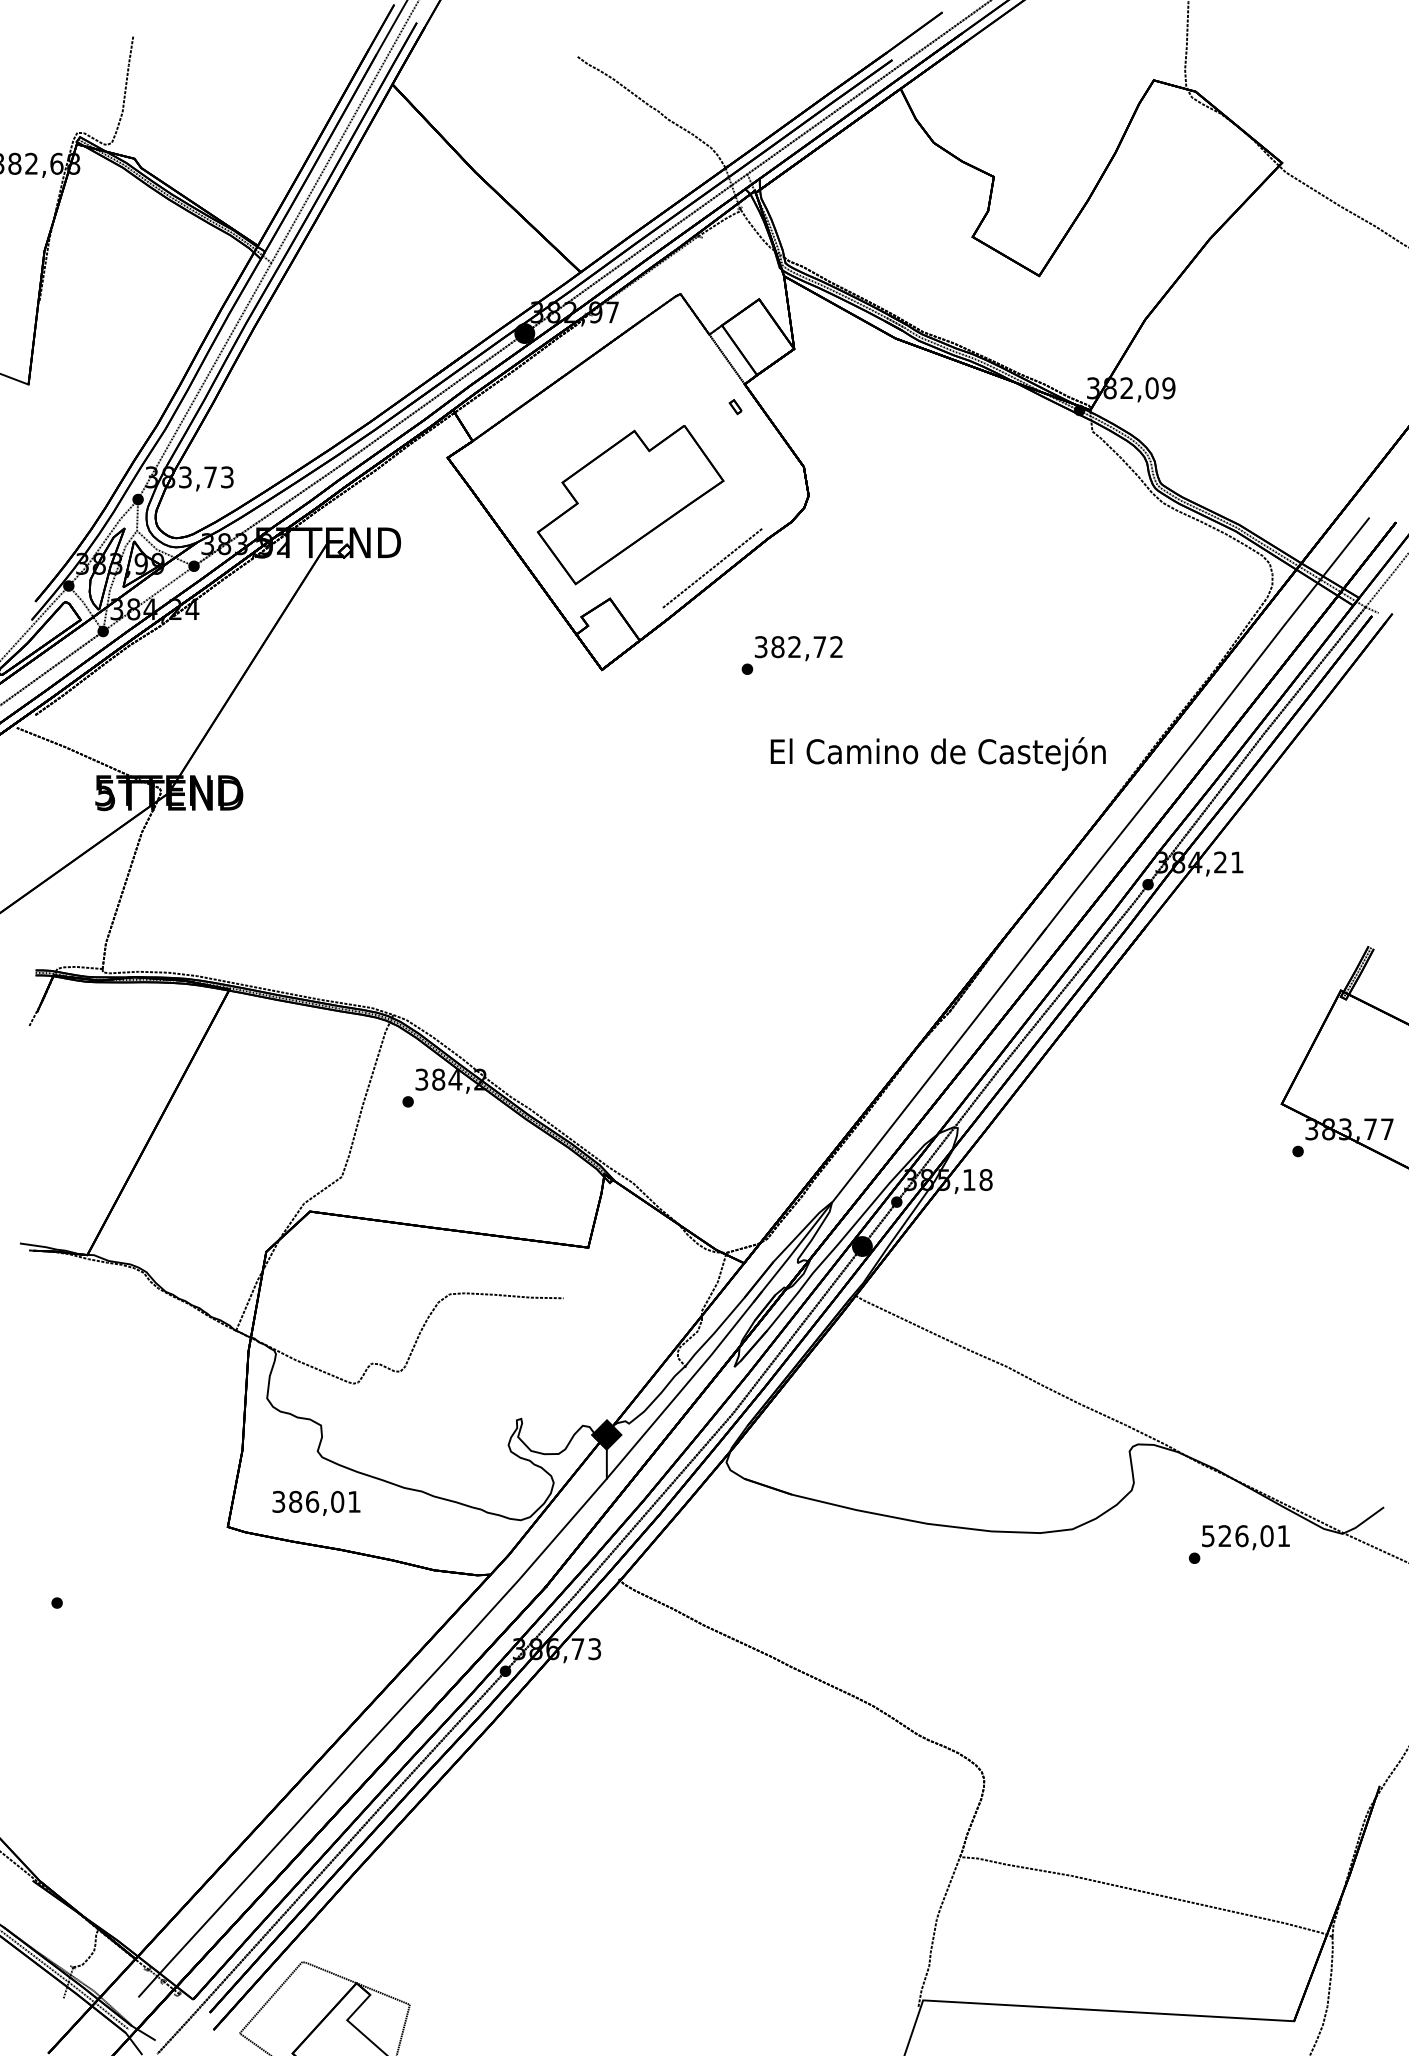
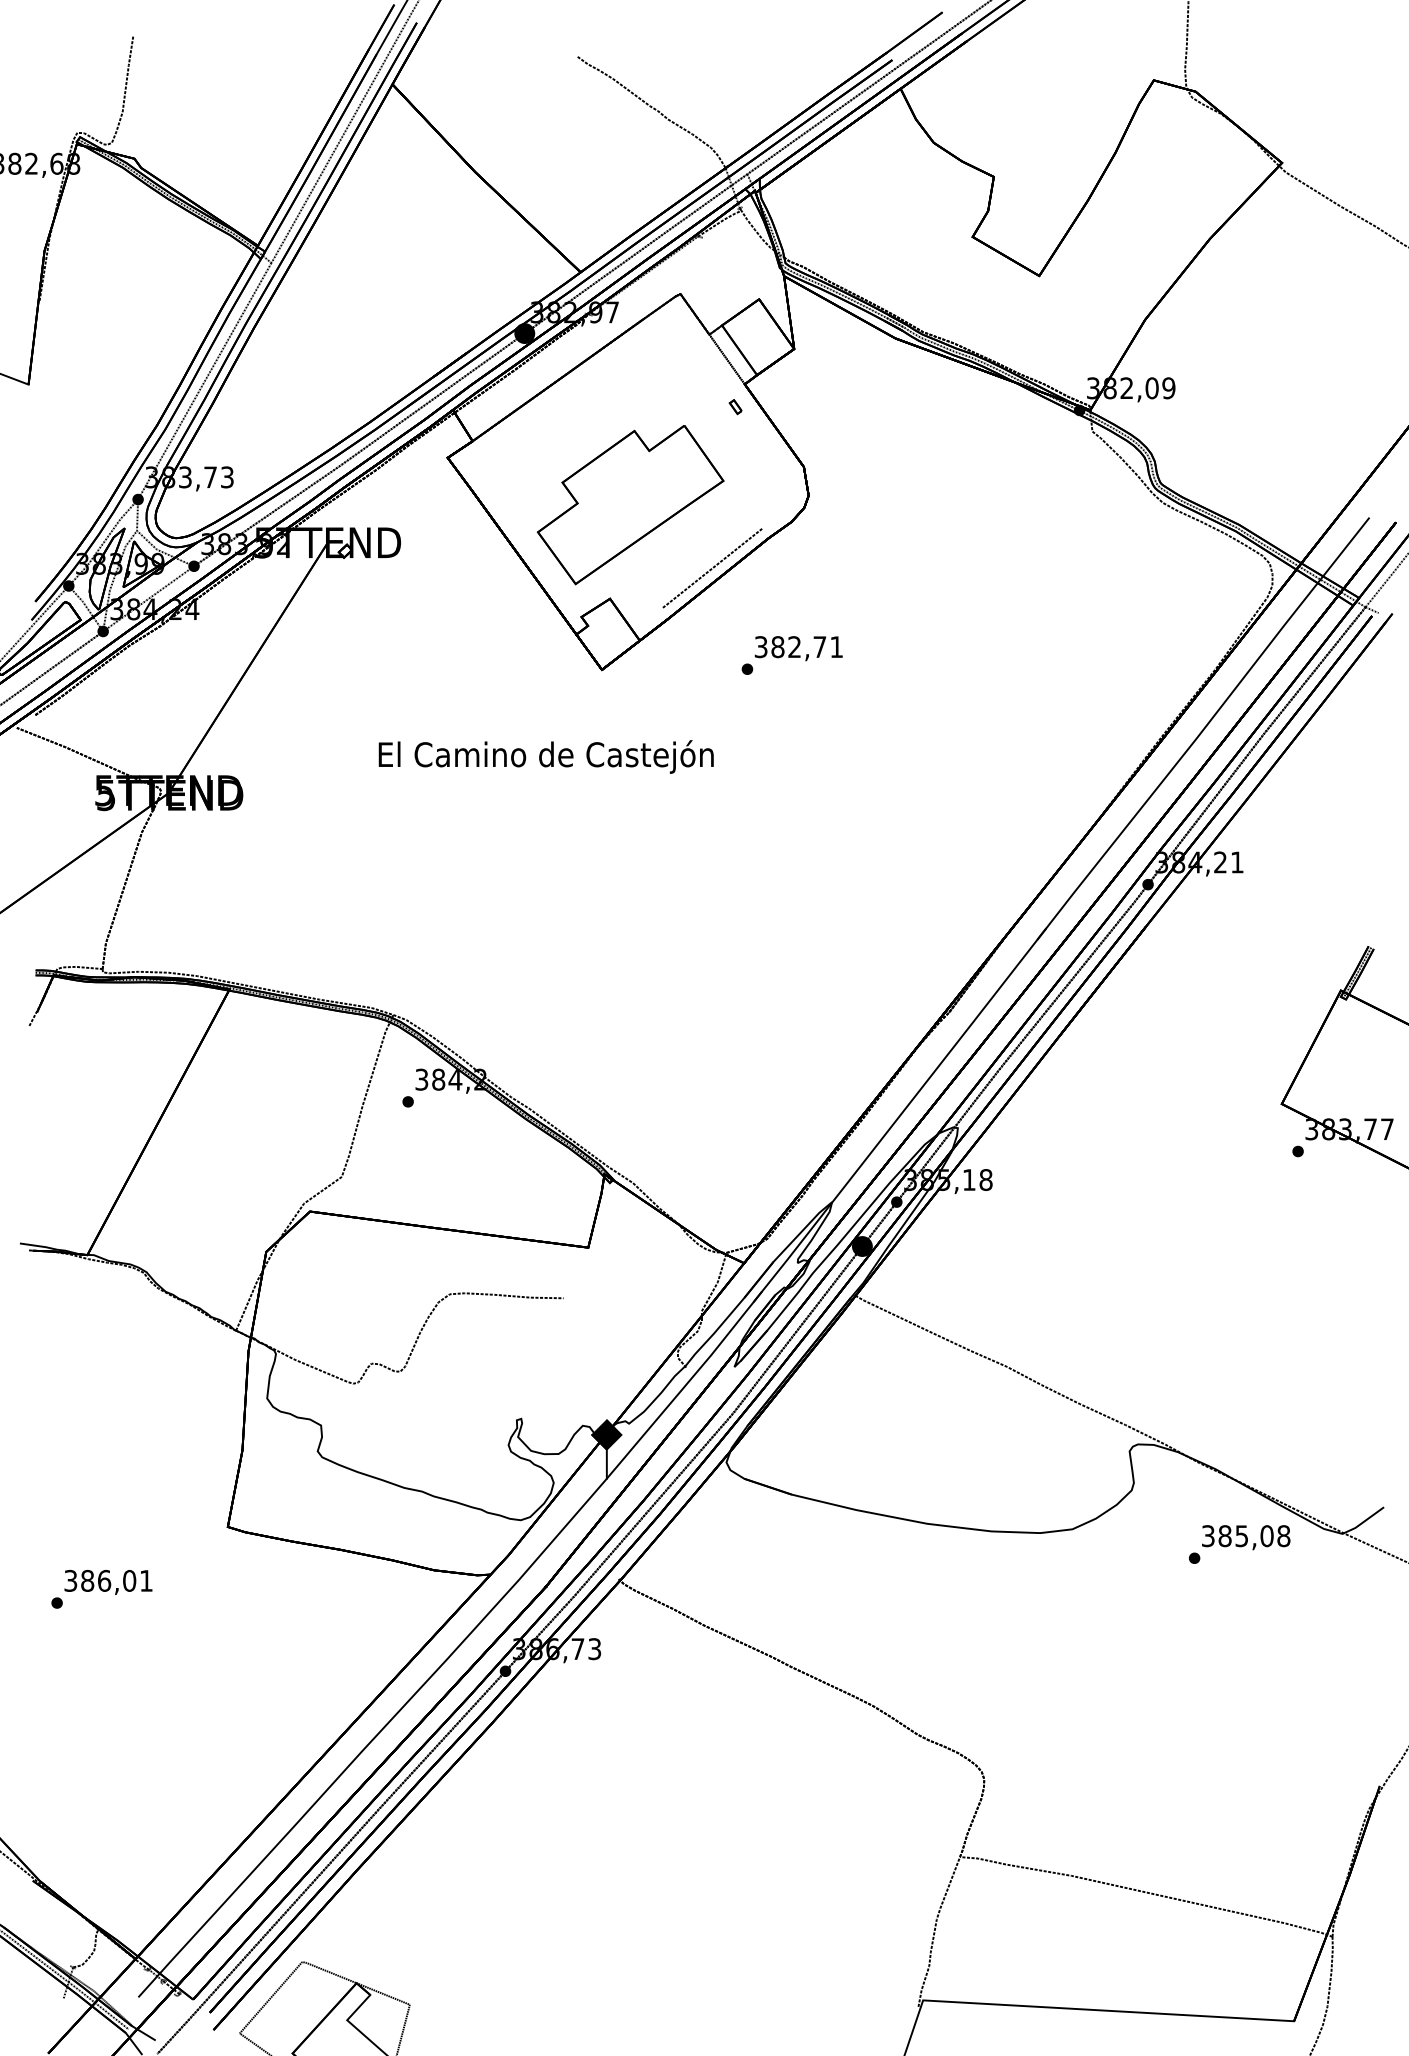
text at (836, 646): 382,72 -> 382,71
text at (937, 753) position: (937, 753) -> (545, 756)
text at (316, 1502) position: (316, 1502) -> (108, 1581)
text at (1246, 1536): 526,01 -> 385,08
